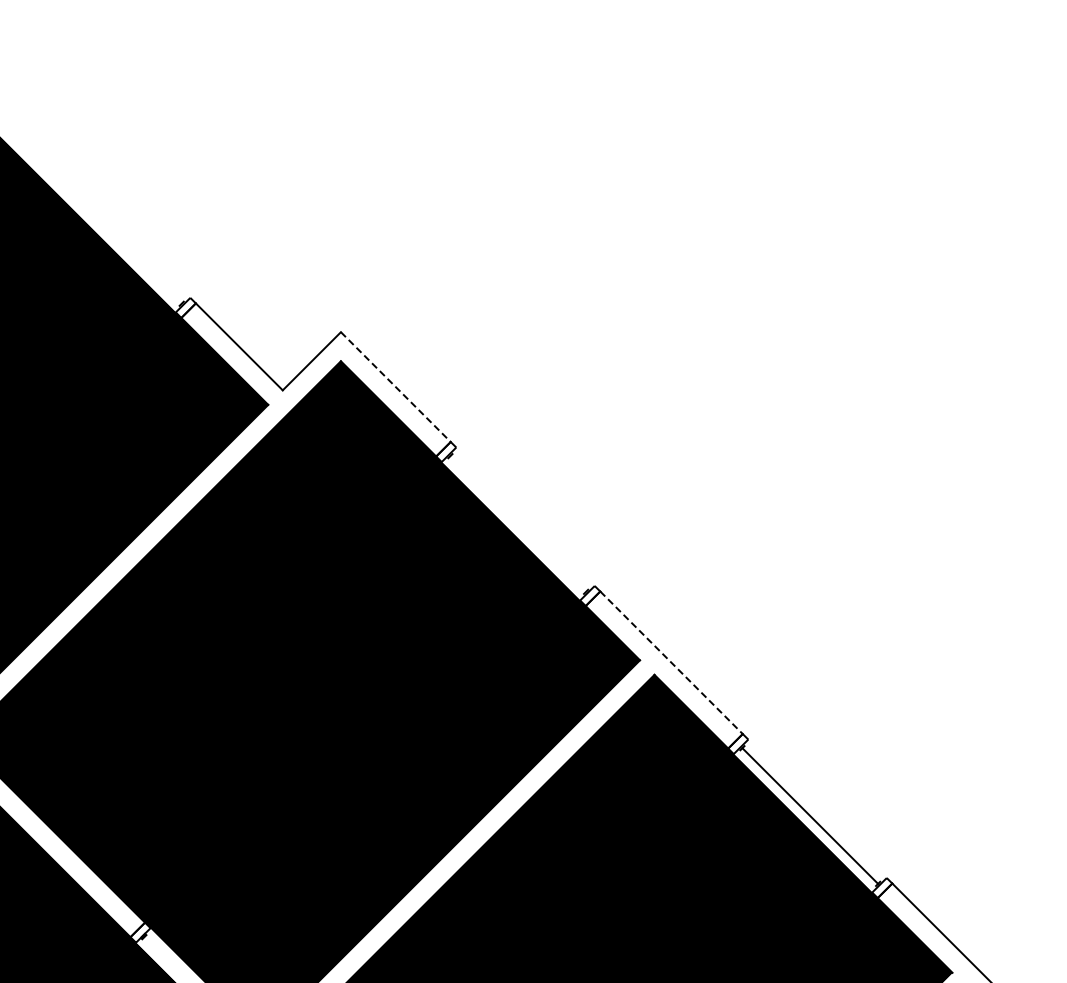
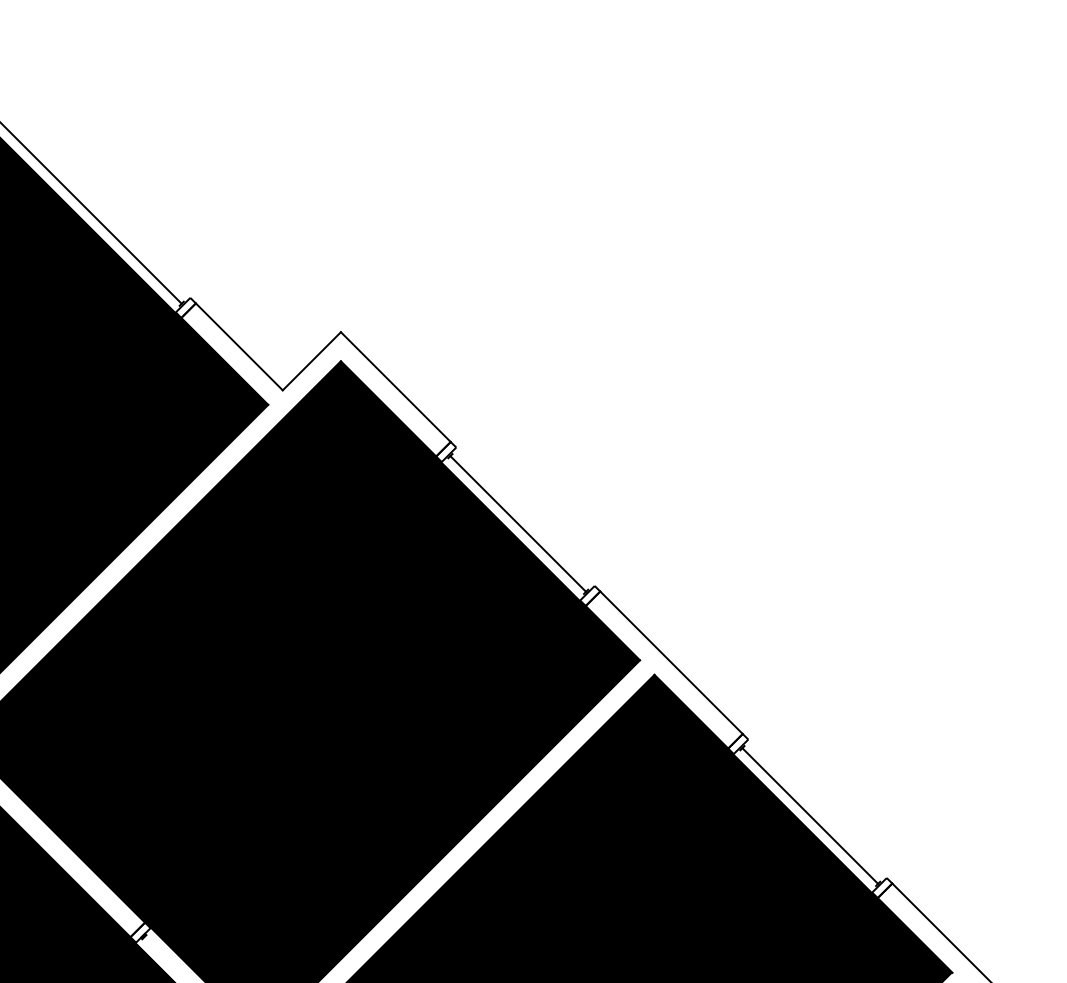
line at (91, 213): none -> present
line at (395, 387): dashed -> solid
line at (518, 523): none -> present
line at (671, 662): dashed -> solid
